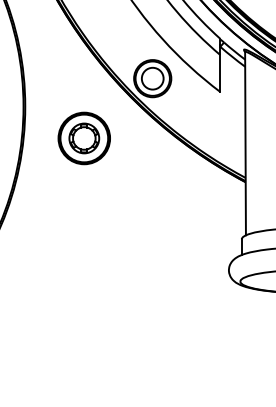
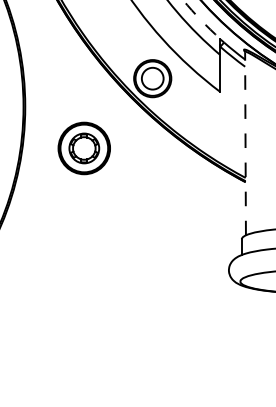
arc at (200, 20): solid -> dashed
part at (83, 138) position: (83, 138) -> (83, 148)
line at (245, 143): solid -> dashed
